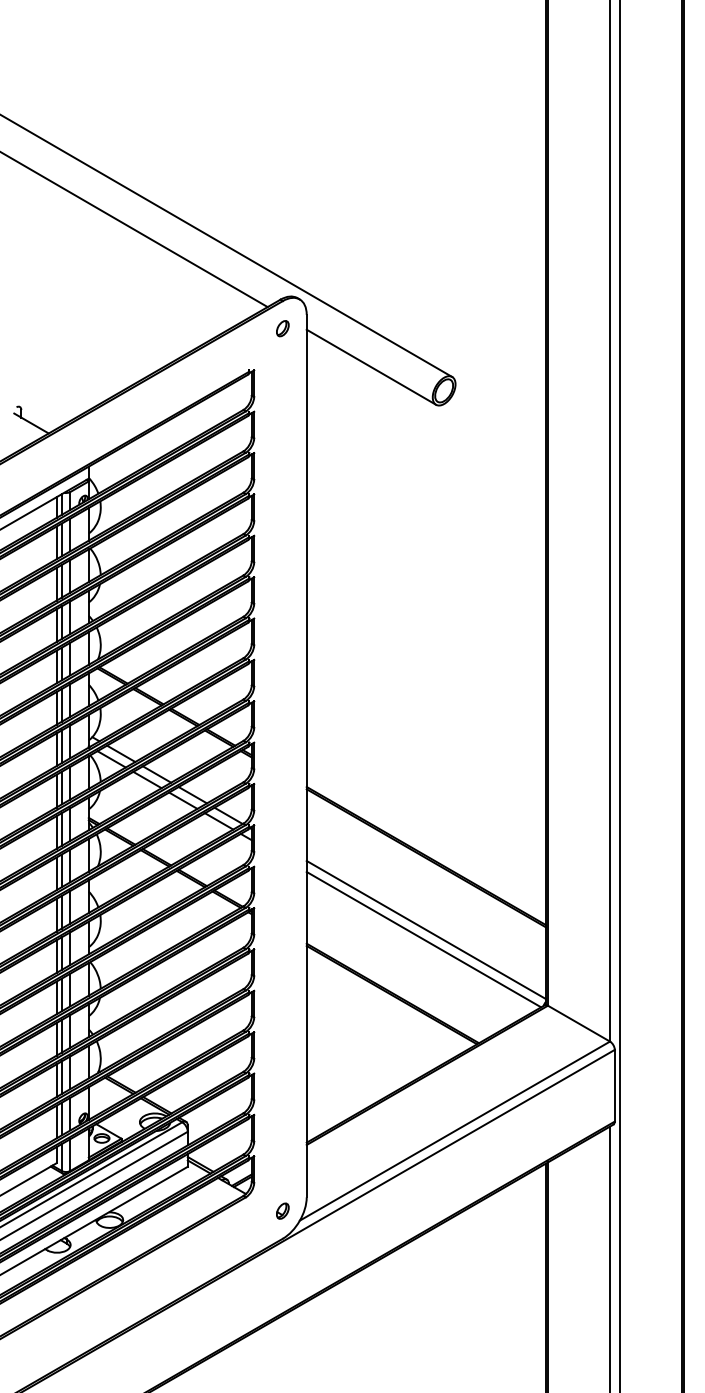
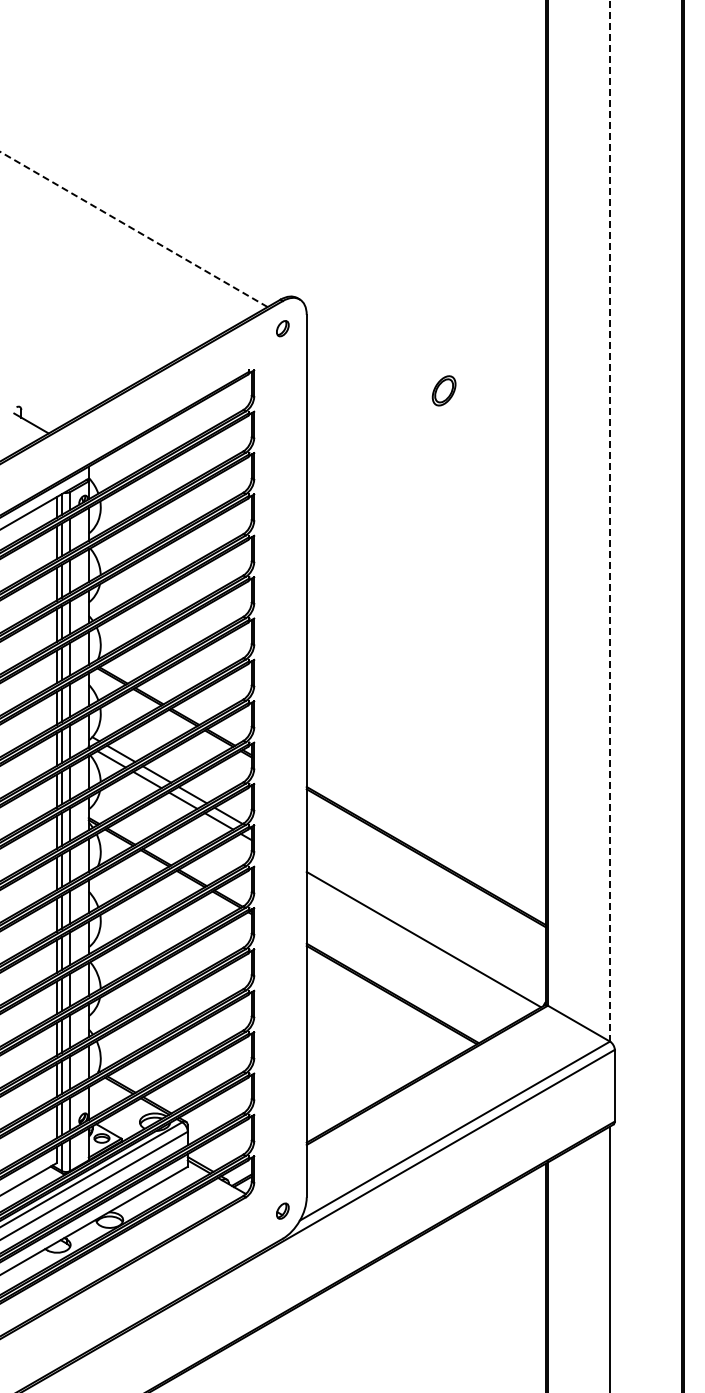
line at (133, 229): solid -> dashed
line at (227, 246): present -> none
line at (371, 366): present -> none
line at (610, 520): solid -> dashed
line at (619, 695): present -> none
line at (425, 929): present -> none
